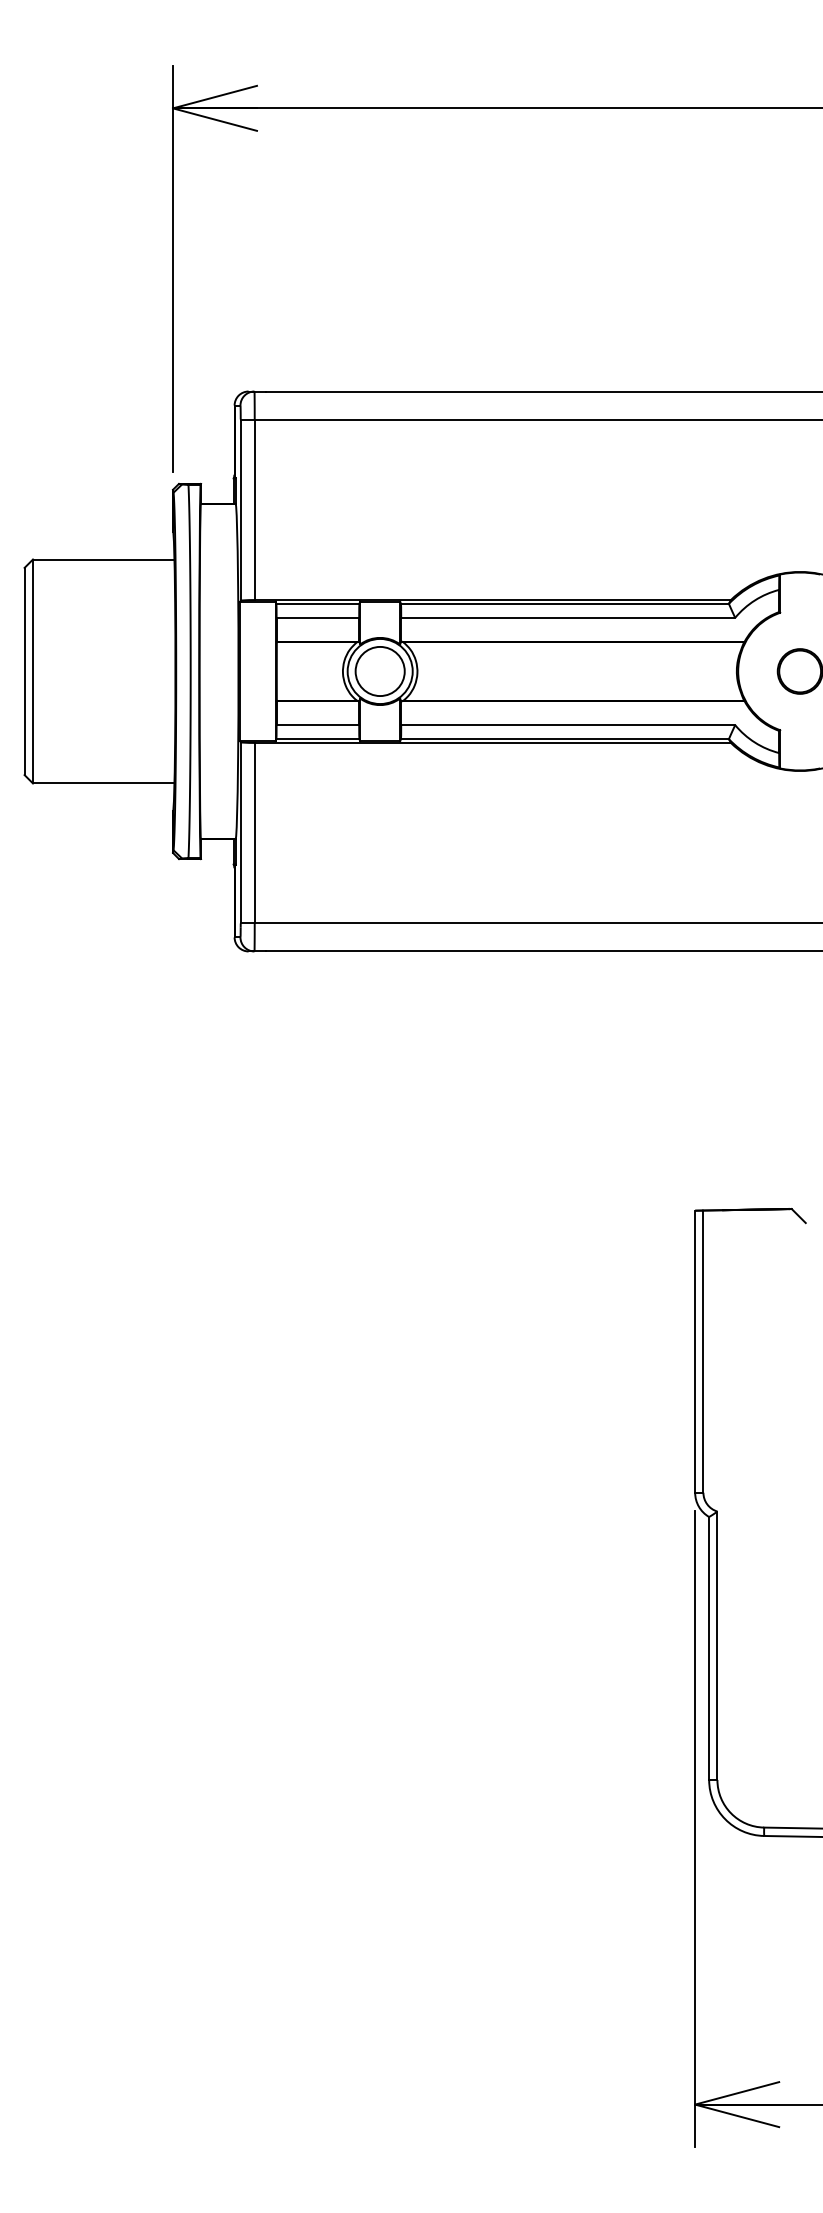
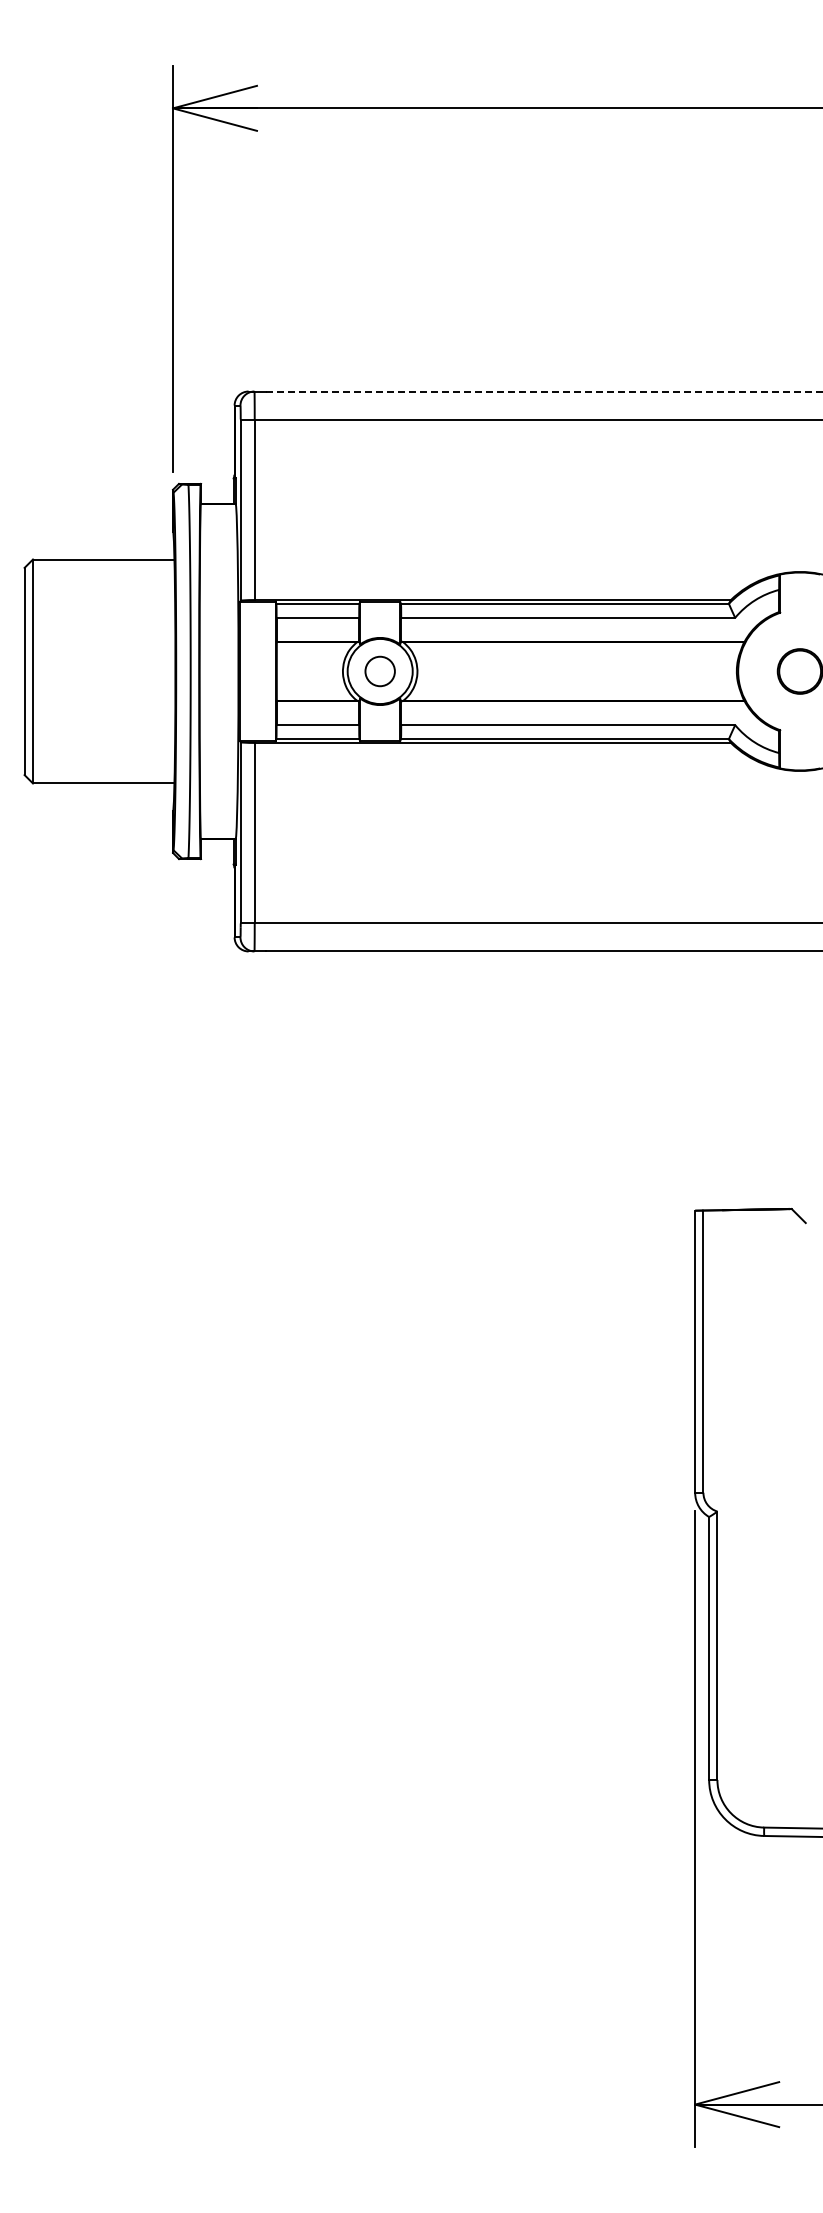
line at (544, 391): solid -> dashed
circle at (379, 671) diameter: 49 px -> 29 px
